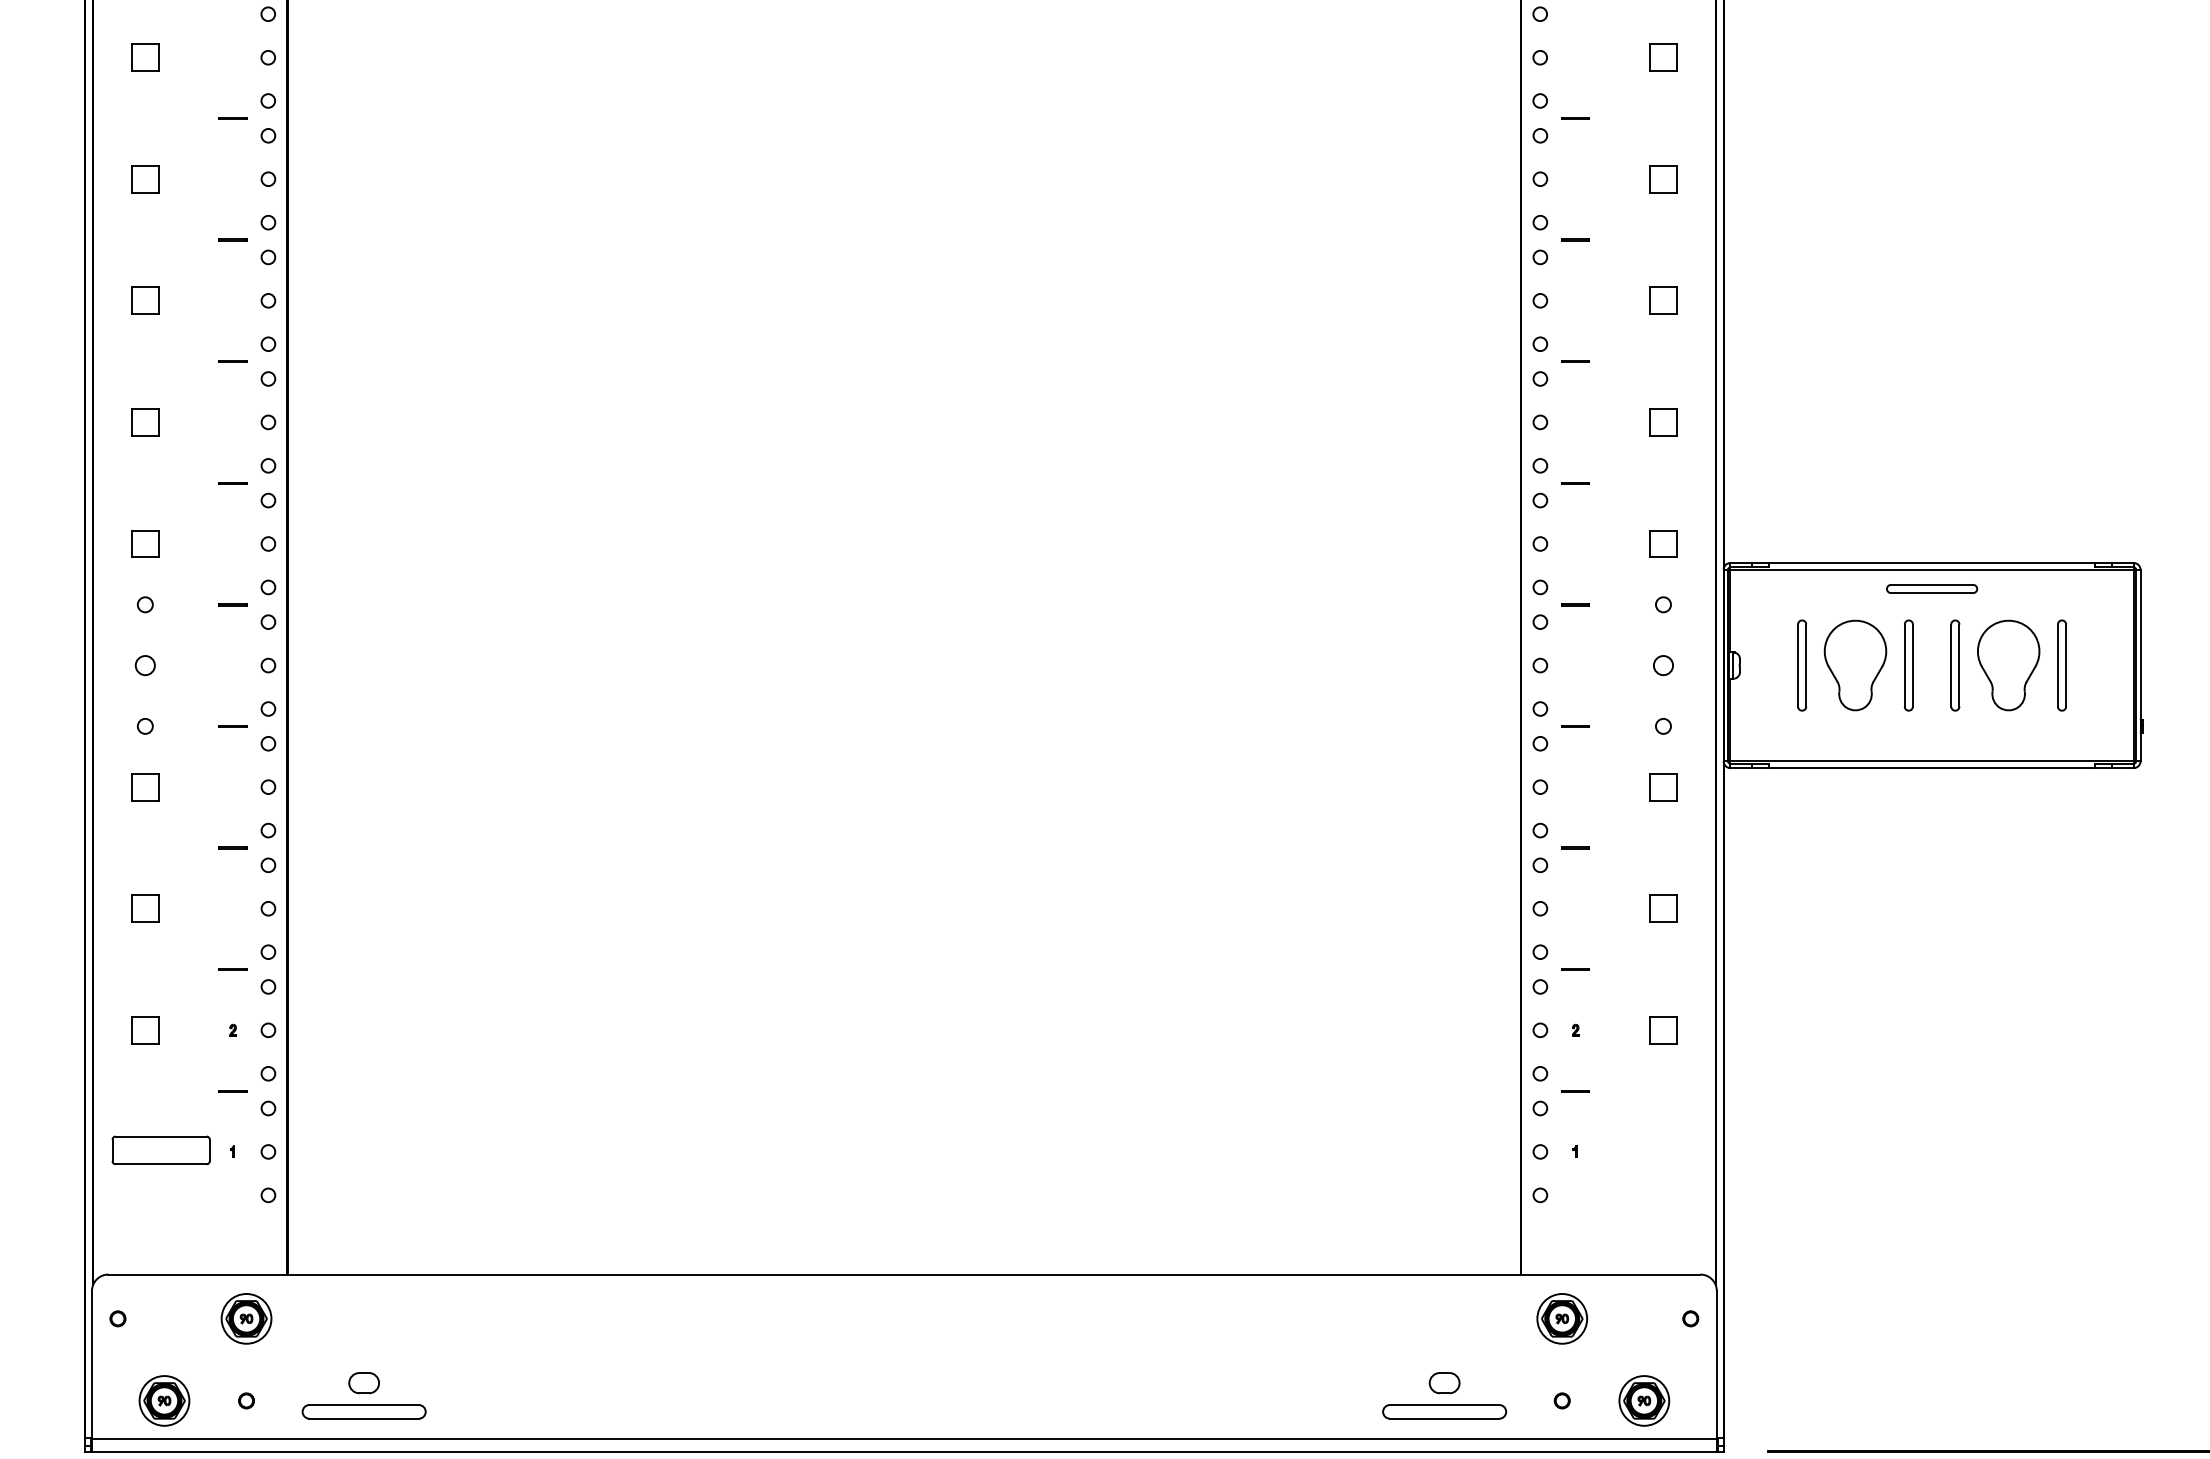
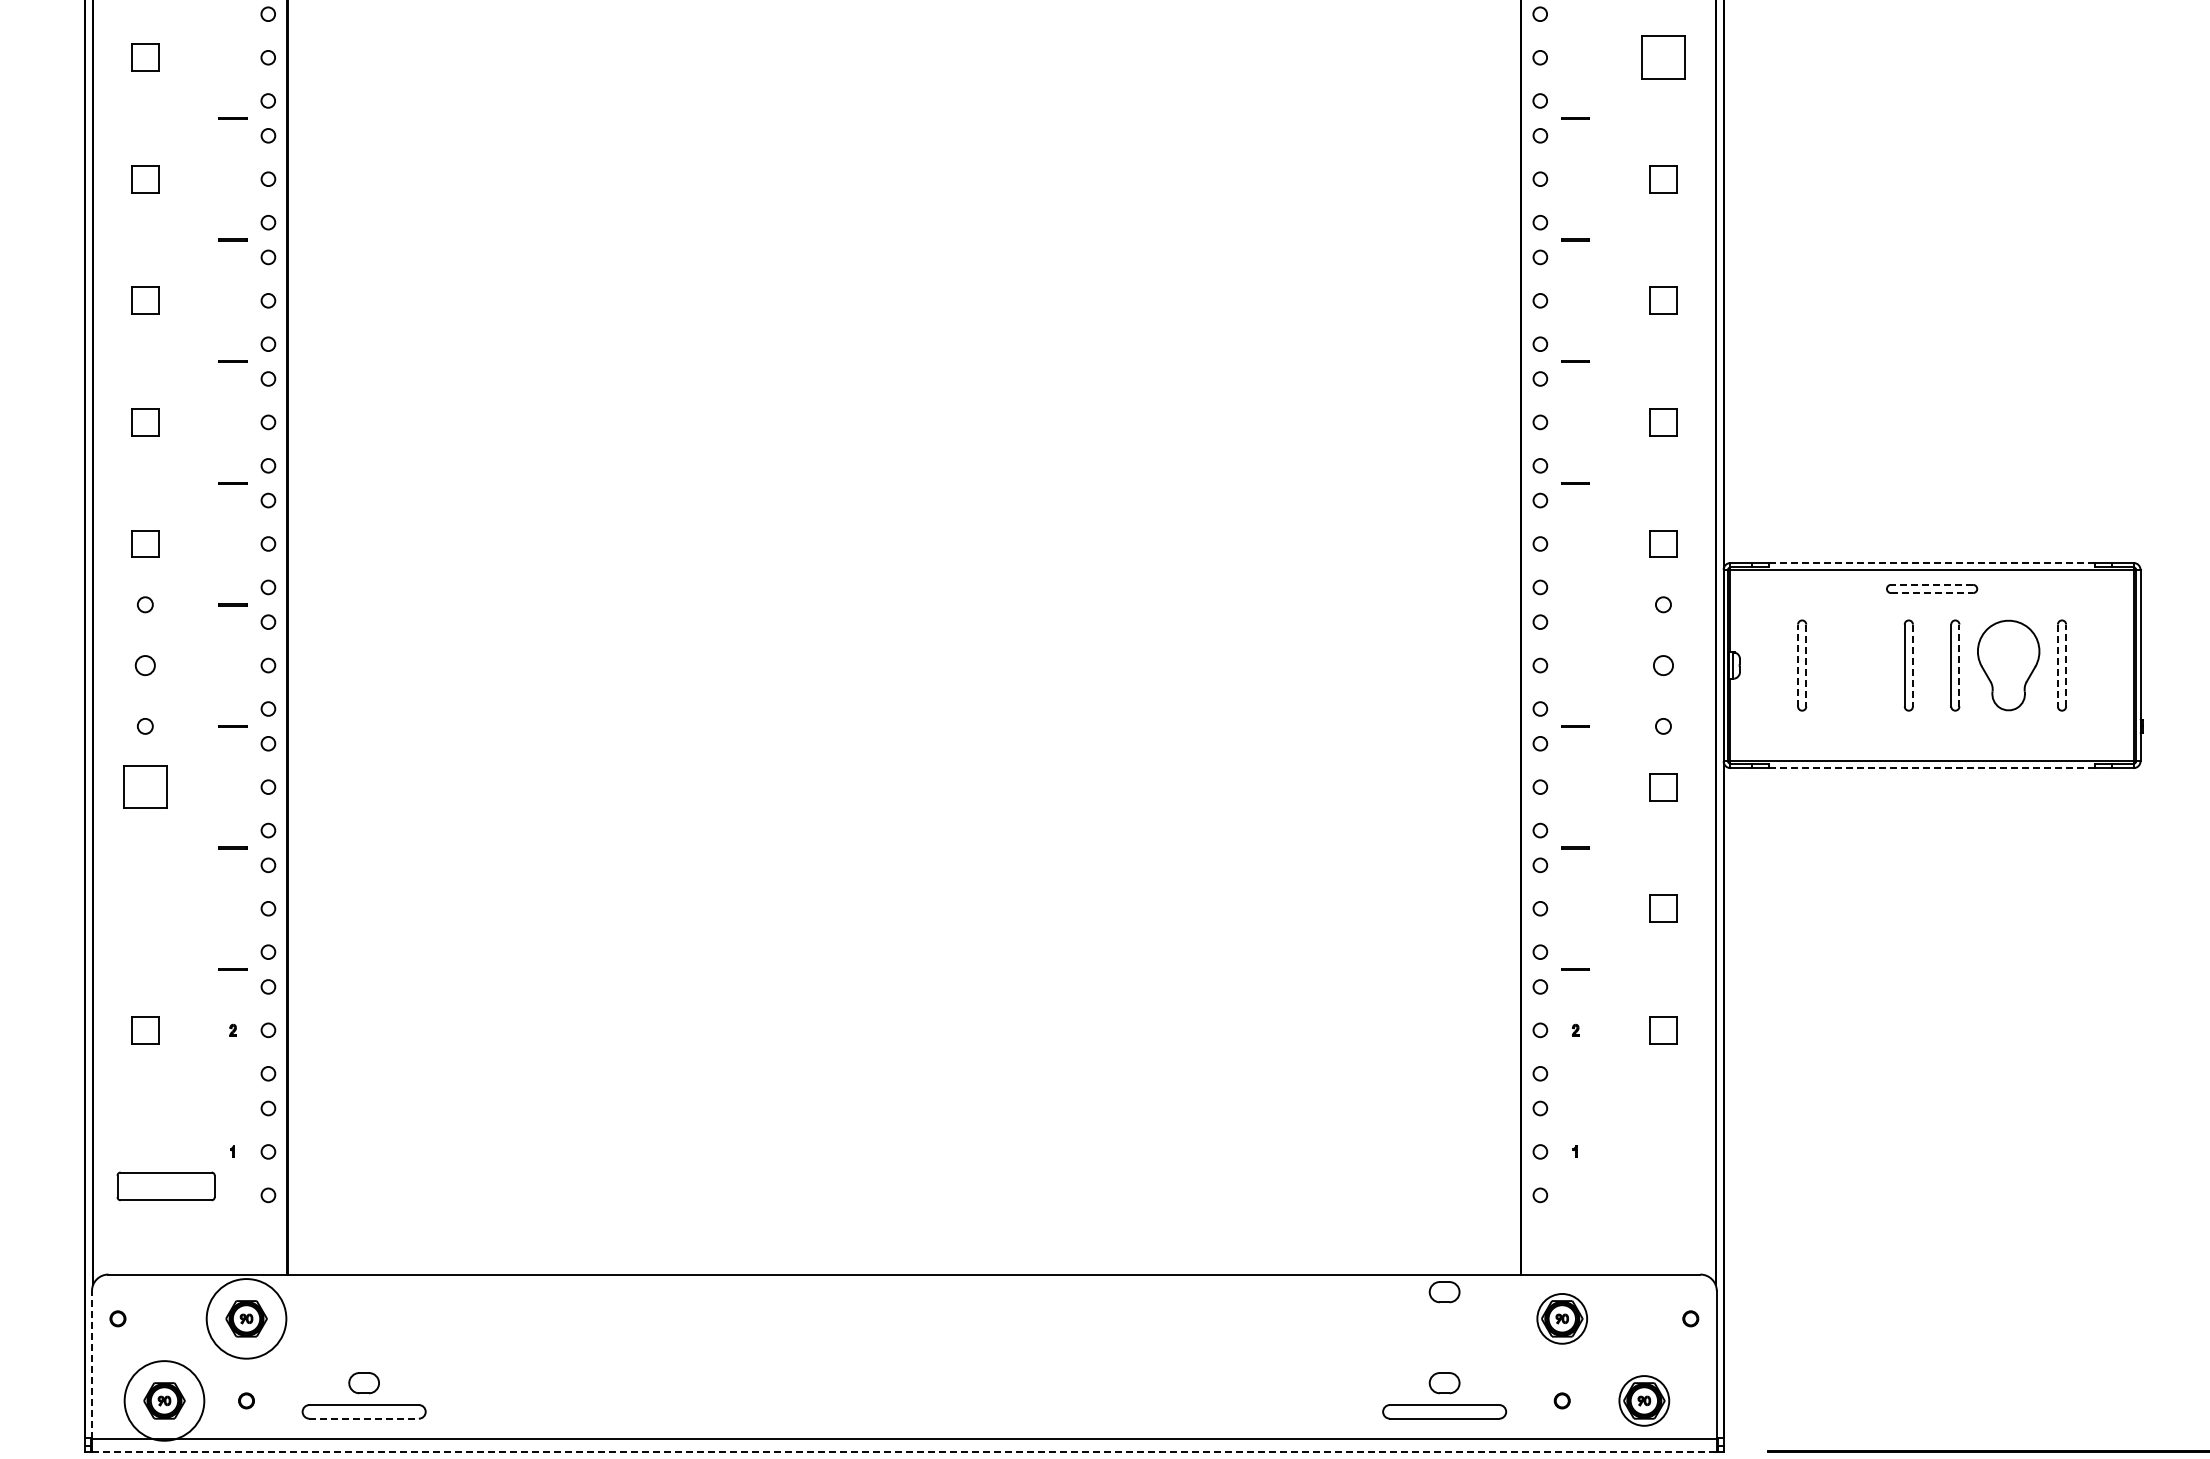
part at (1663, 57) size: 29x29 px -> 45x45 px
line at (1932, 563): solid -> dashed
line at (1931, 584): solid -> dashed
line at (1932, 593): solid -> dashed
line at (1575, 604): present -> none
line at (1798, 665): solid -> dashed
part at (1855, 665): present -> none
line at (1959, 665): solid -> dashed
line at (2066, 665): solid -> dashed
line at (1806, 666): solid -> dashed
line at (1912, 666): solid -> dashed
line at (2057, 666): solid -> dashed
line at (1931, 768): solid -> dashed
part at (145, 787) size: 29x29 px -> 45x44 px
part at (145, 908): present -> none
line at (232, 1091): present -> none
line at (1575, 1091): present -> none
part at (160, 1150) position: (160, 1150) -> (165, 1186)
part at (1444, 1292): none -> present
circle at (246, 1318) diameter: 50 px -> 80 px
line at (92, 1364): solid -> dashed
circle at (164, 1400) diameter: 50 px -> 80 px
line at (364, 1418): solid -> dashed
line at (904, 1451): solid -> dashed
